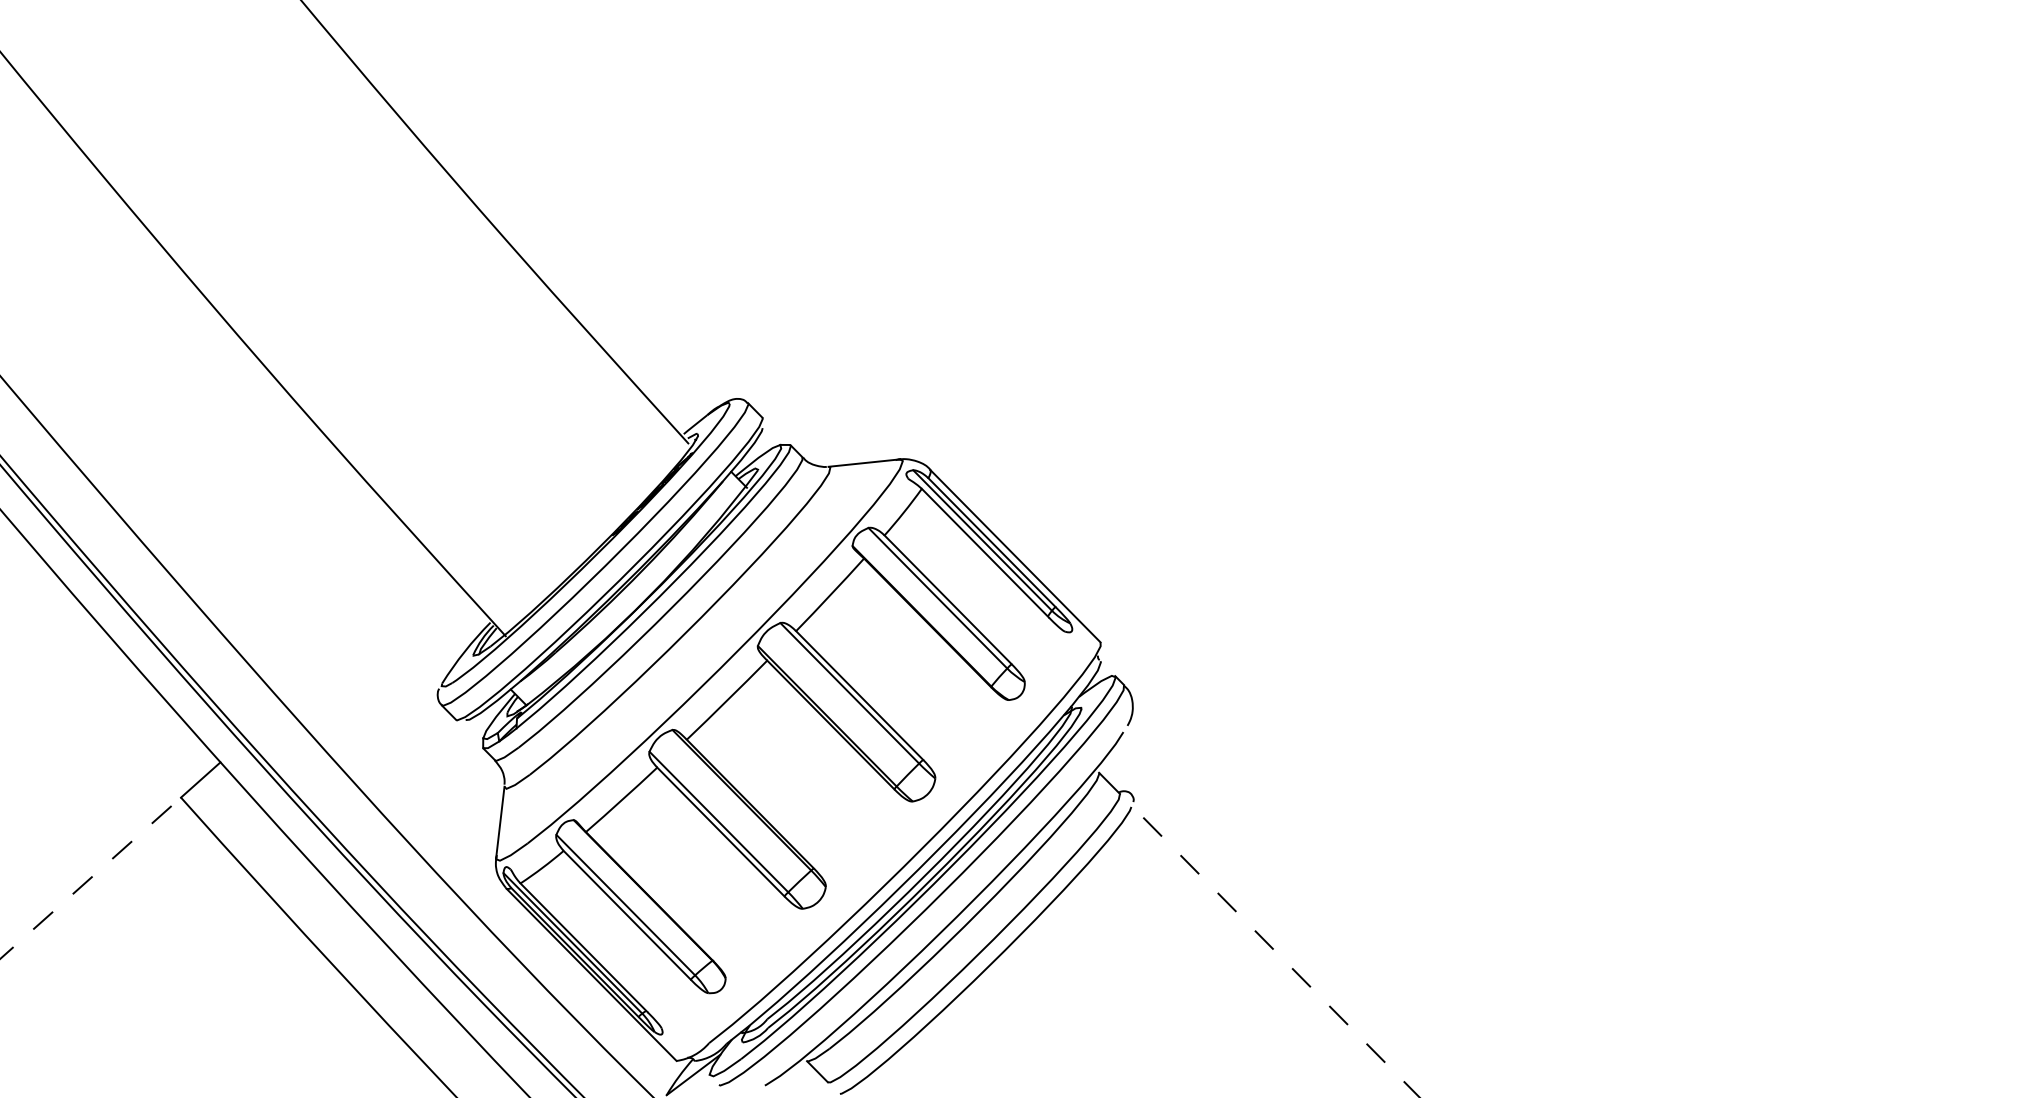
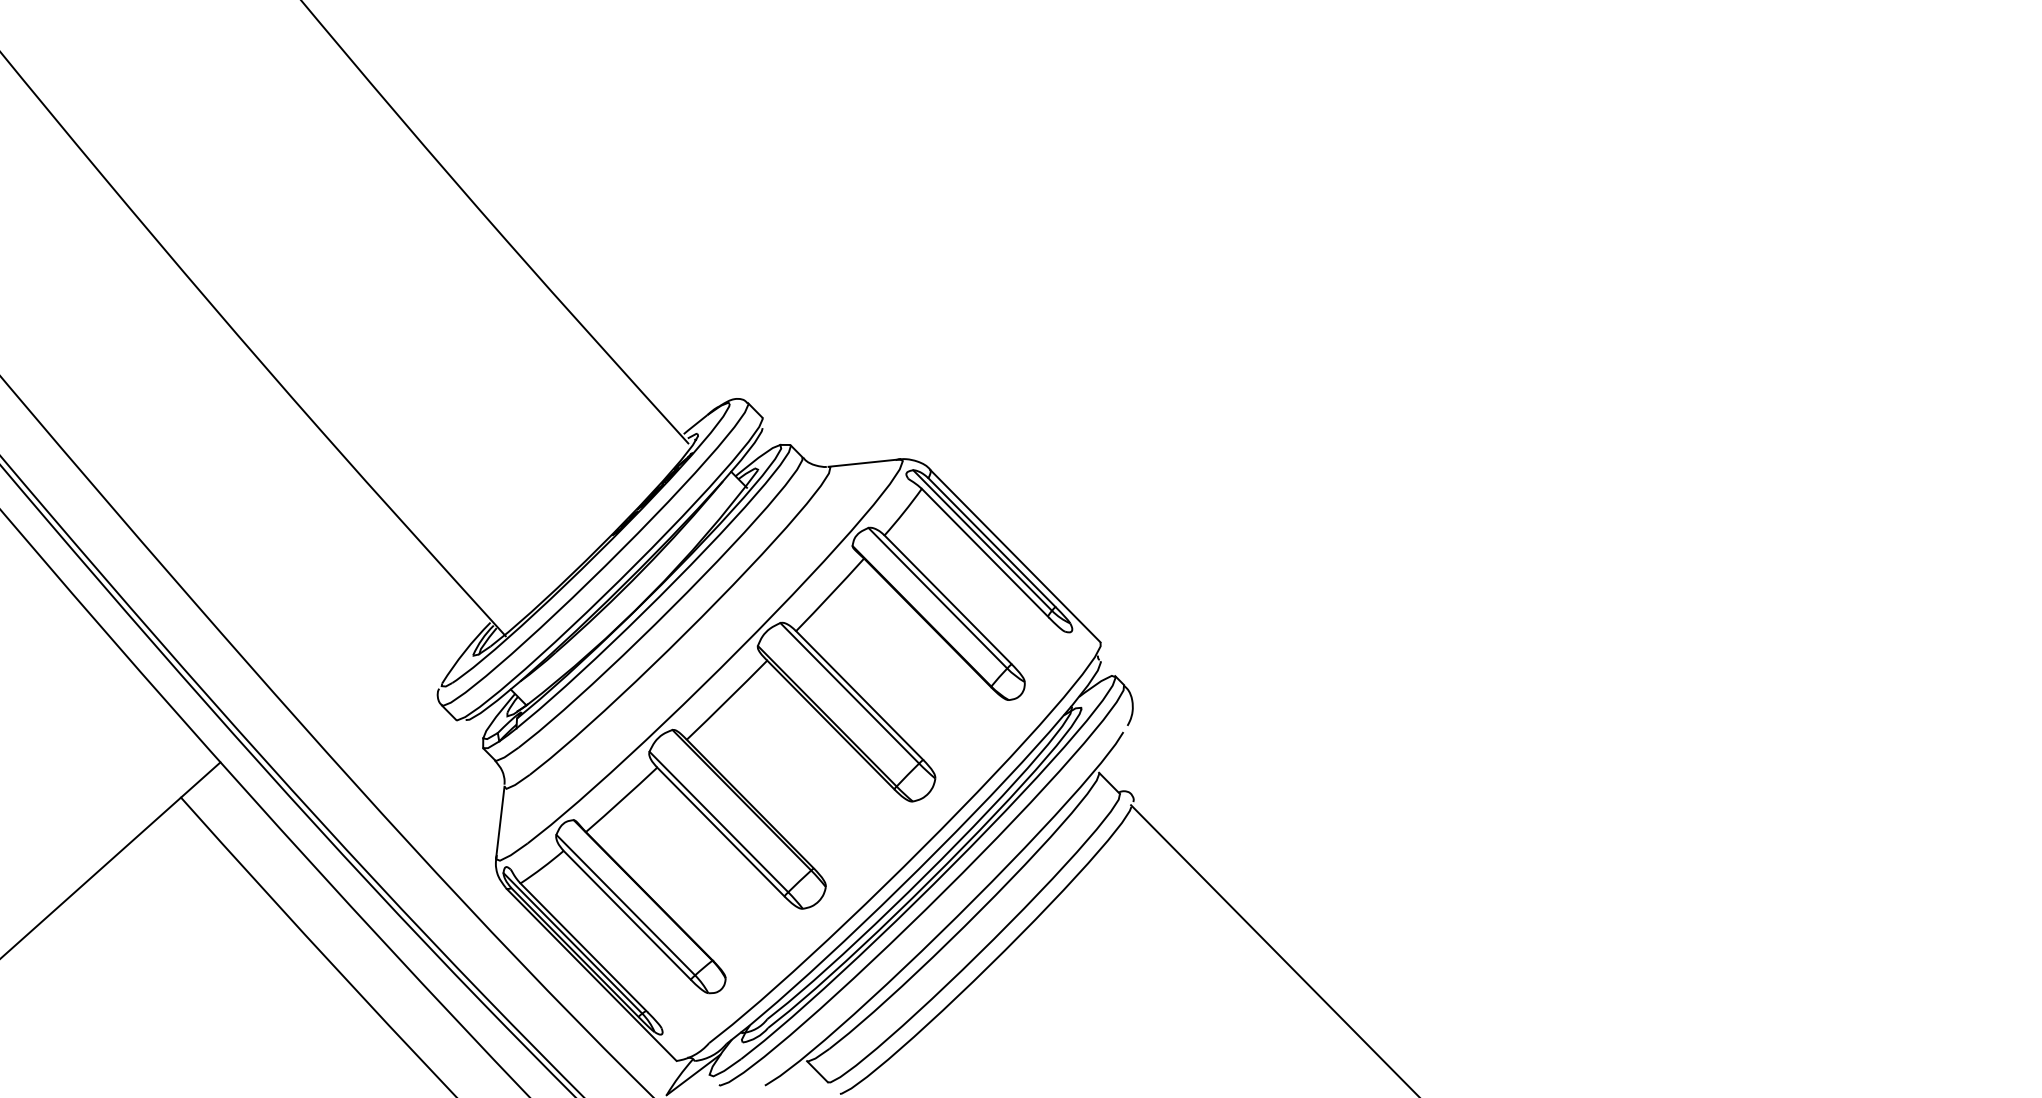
line at (90, 878): dashed -> solid
line at (1274, 950): dashed -> solid
